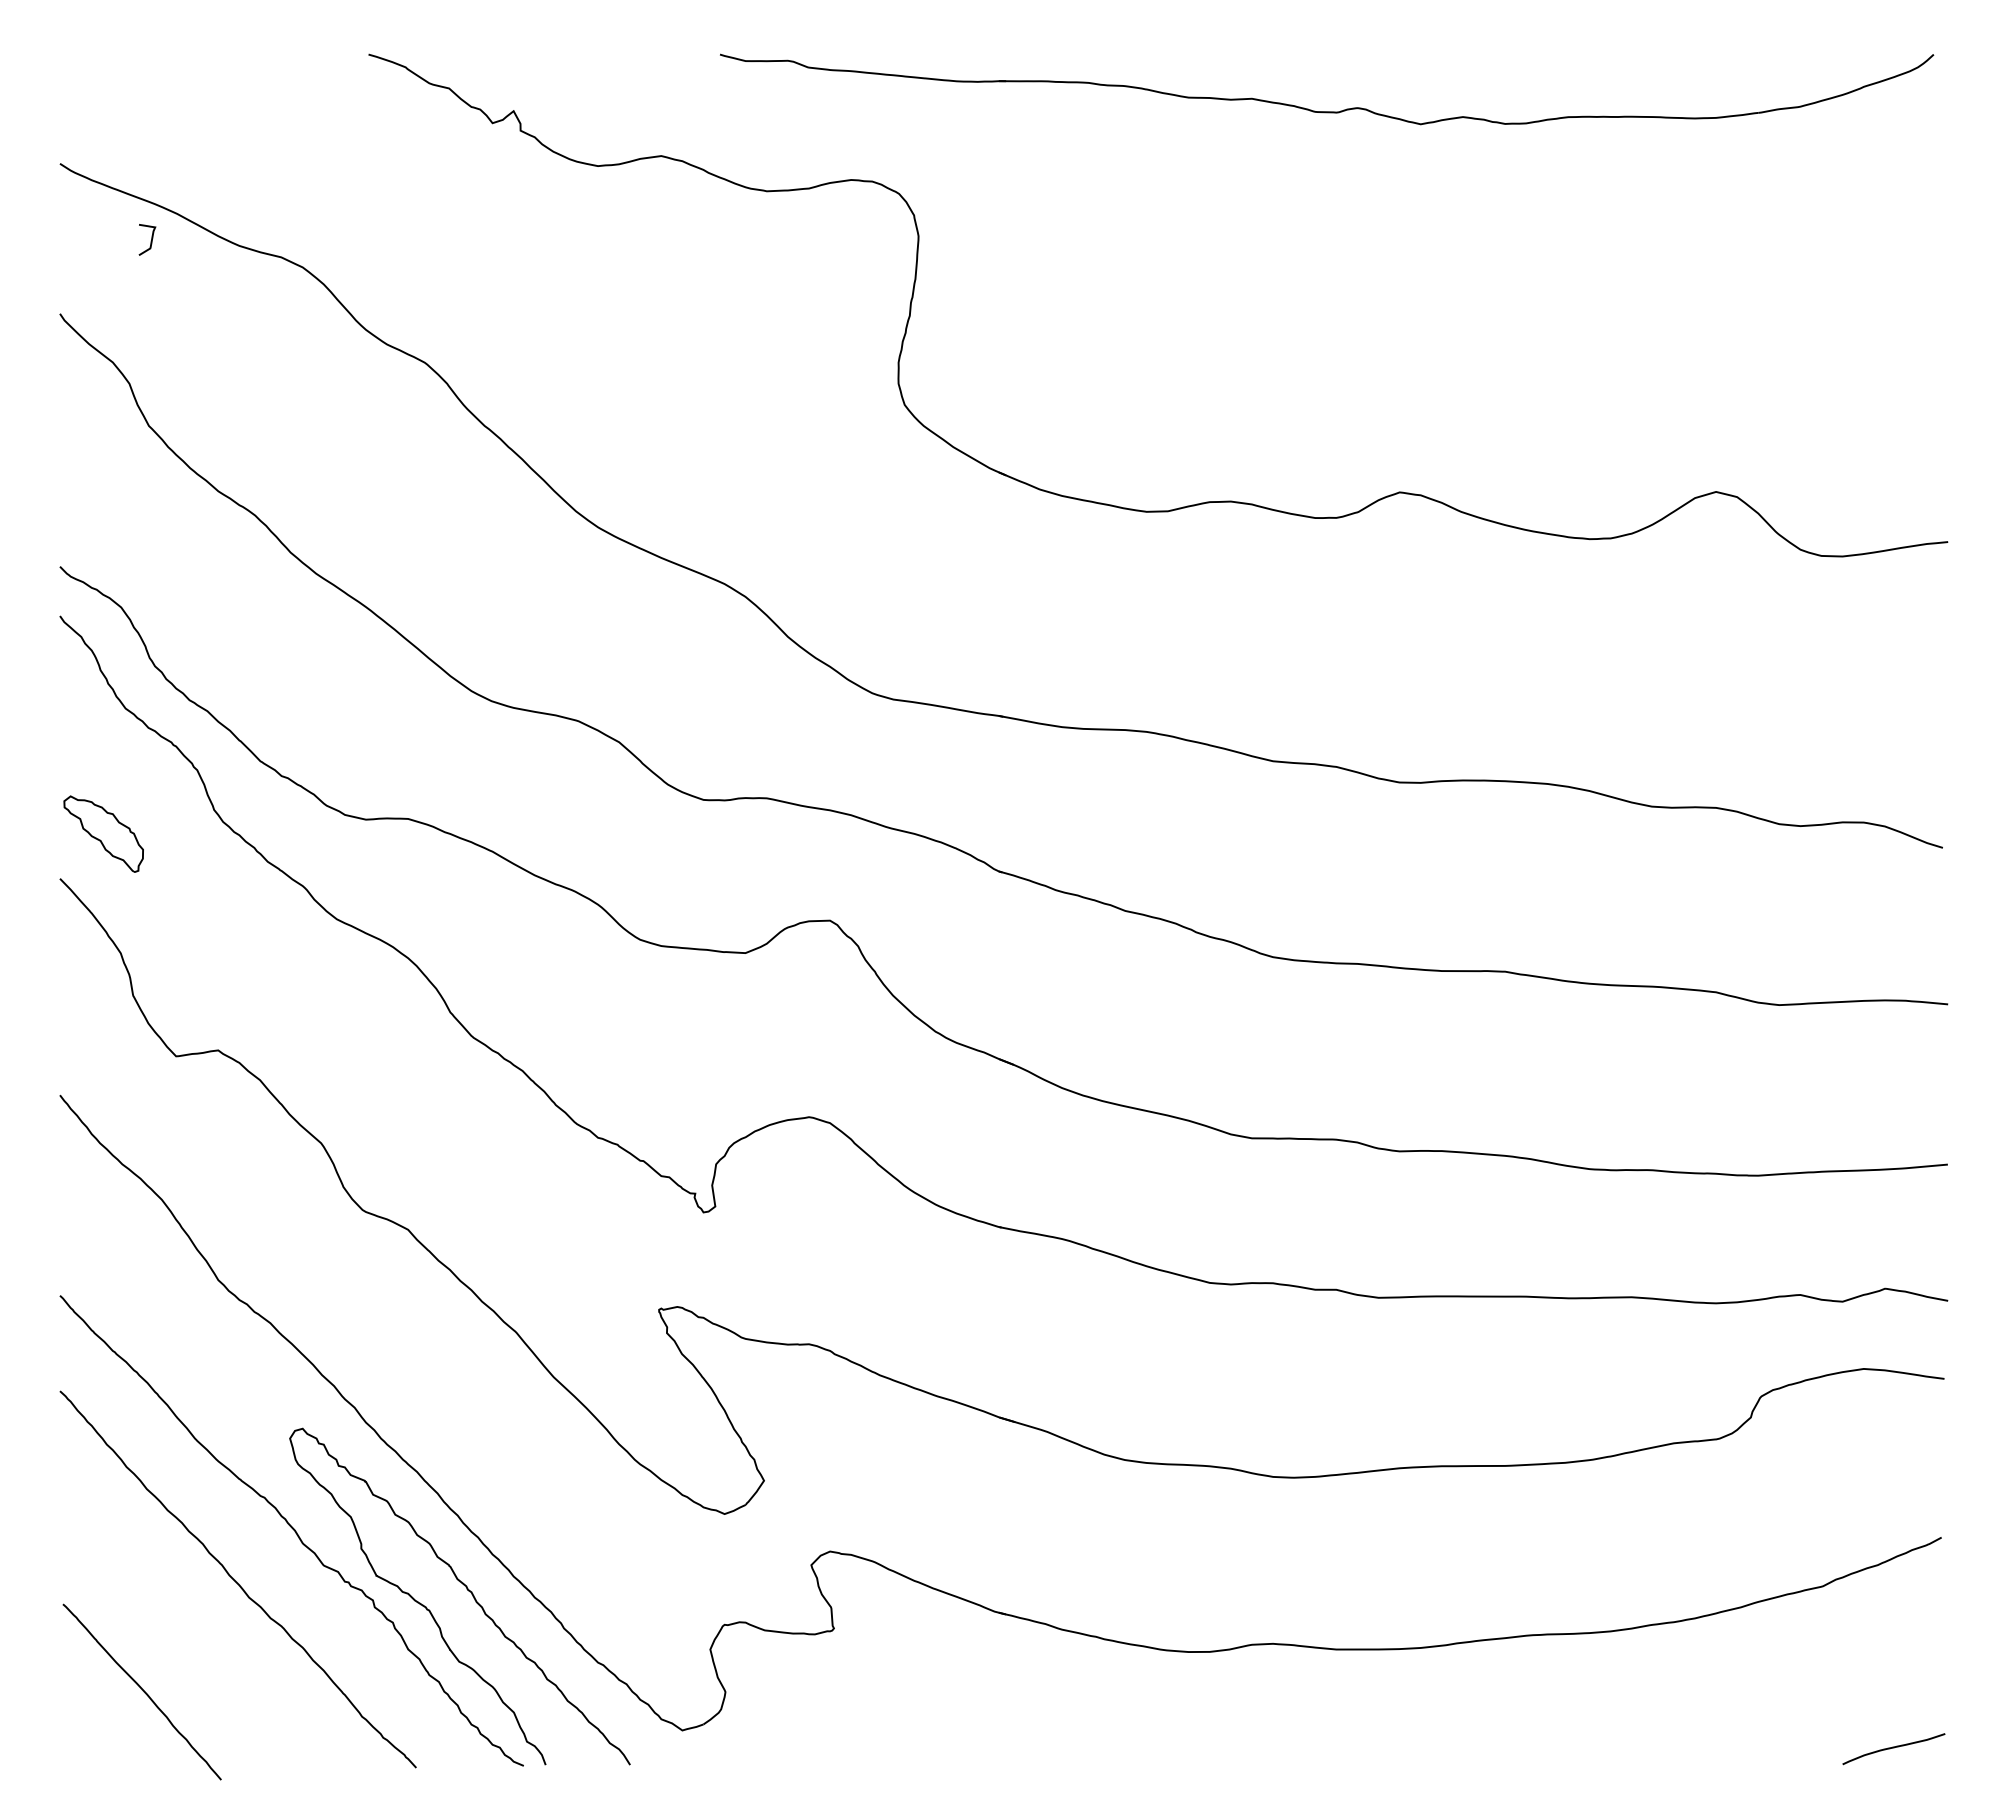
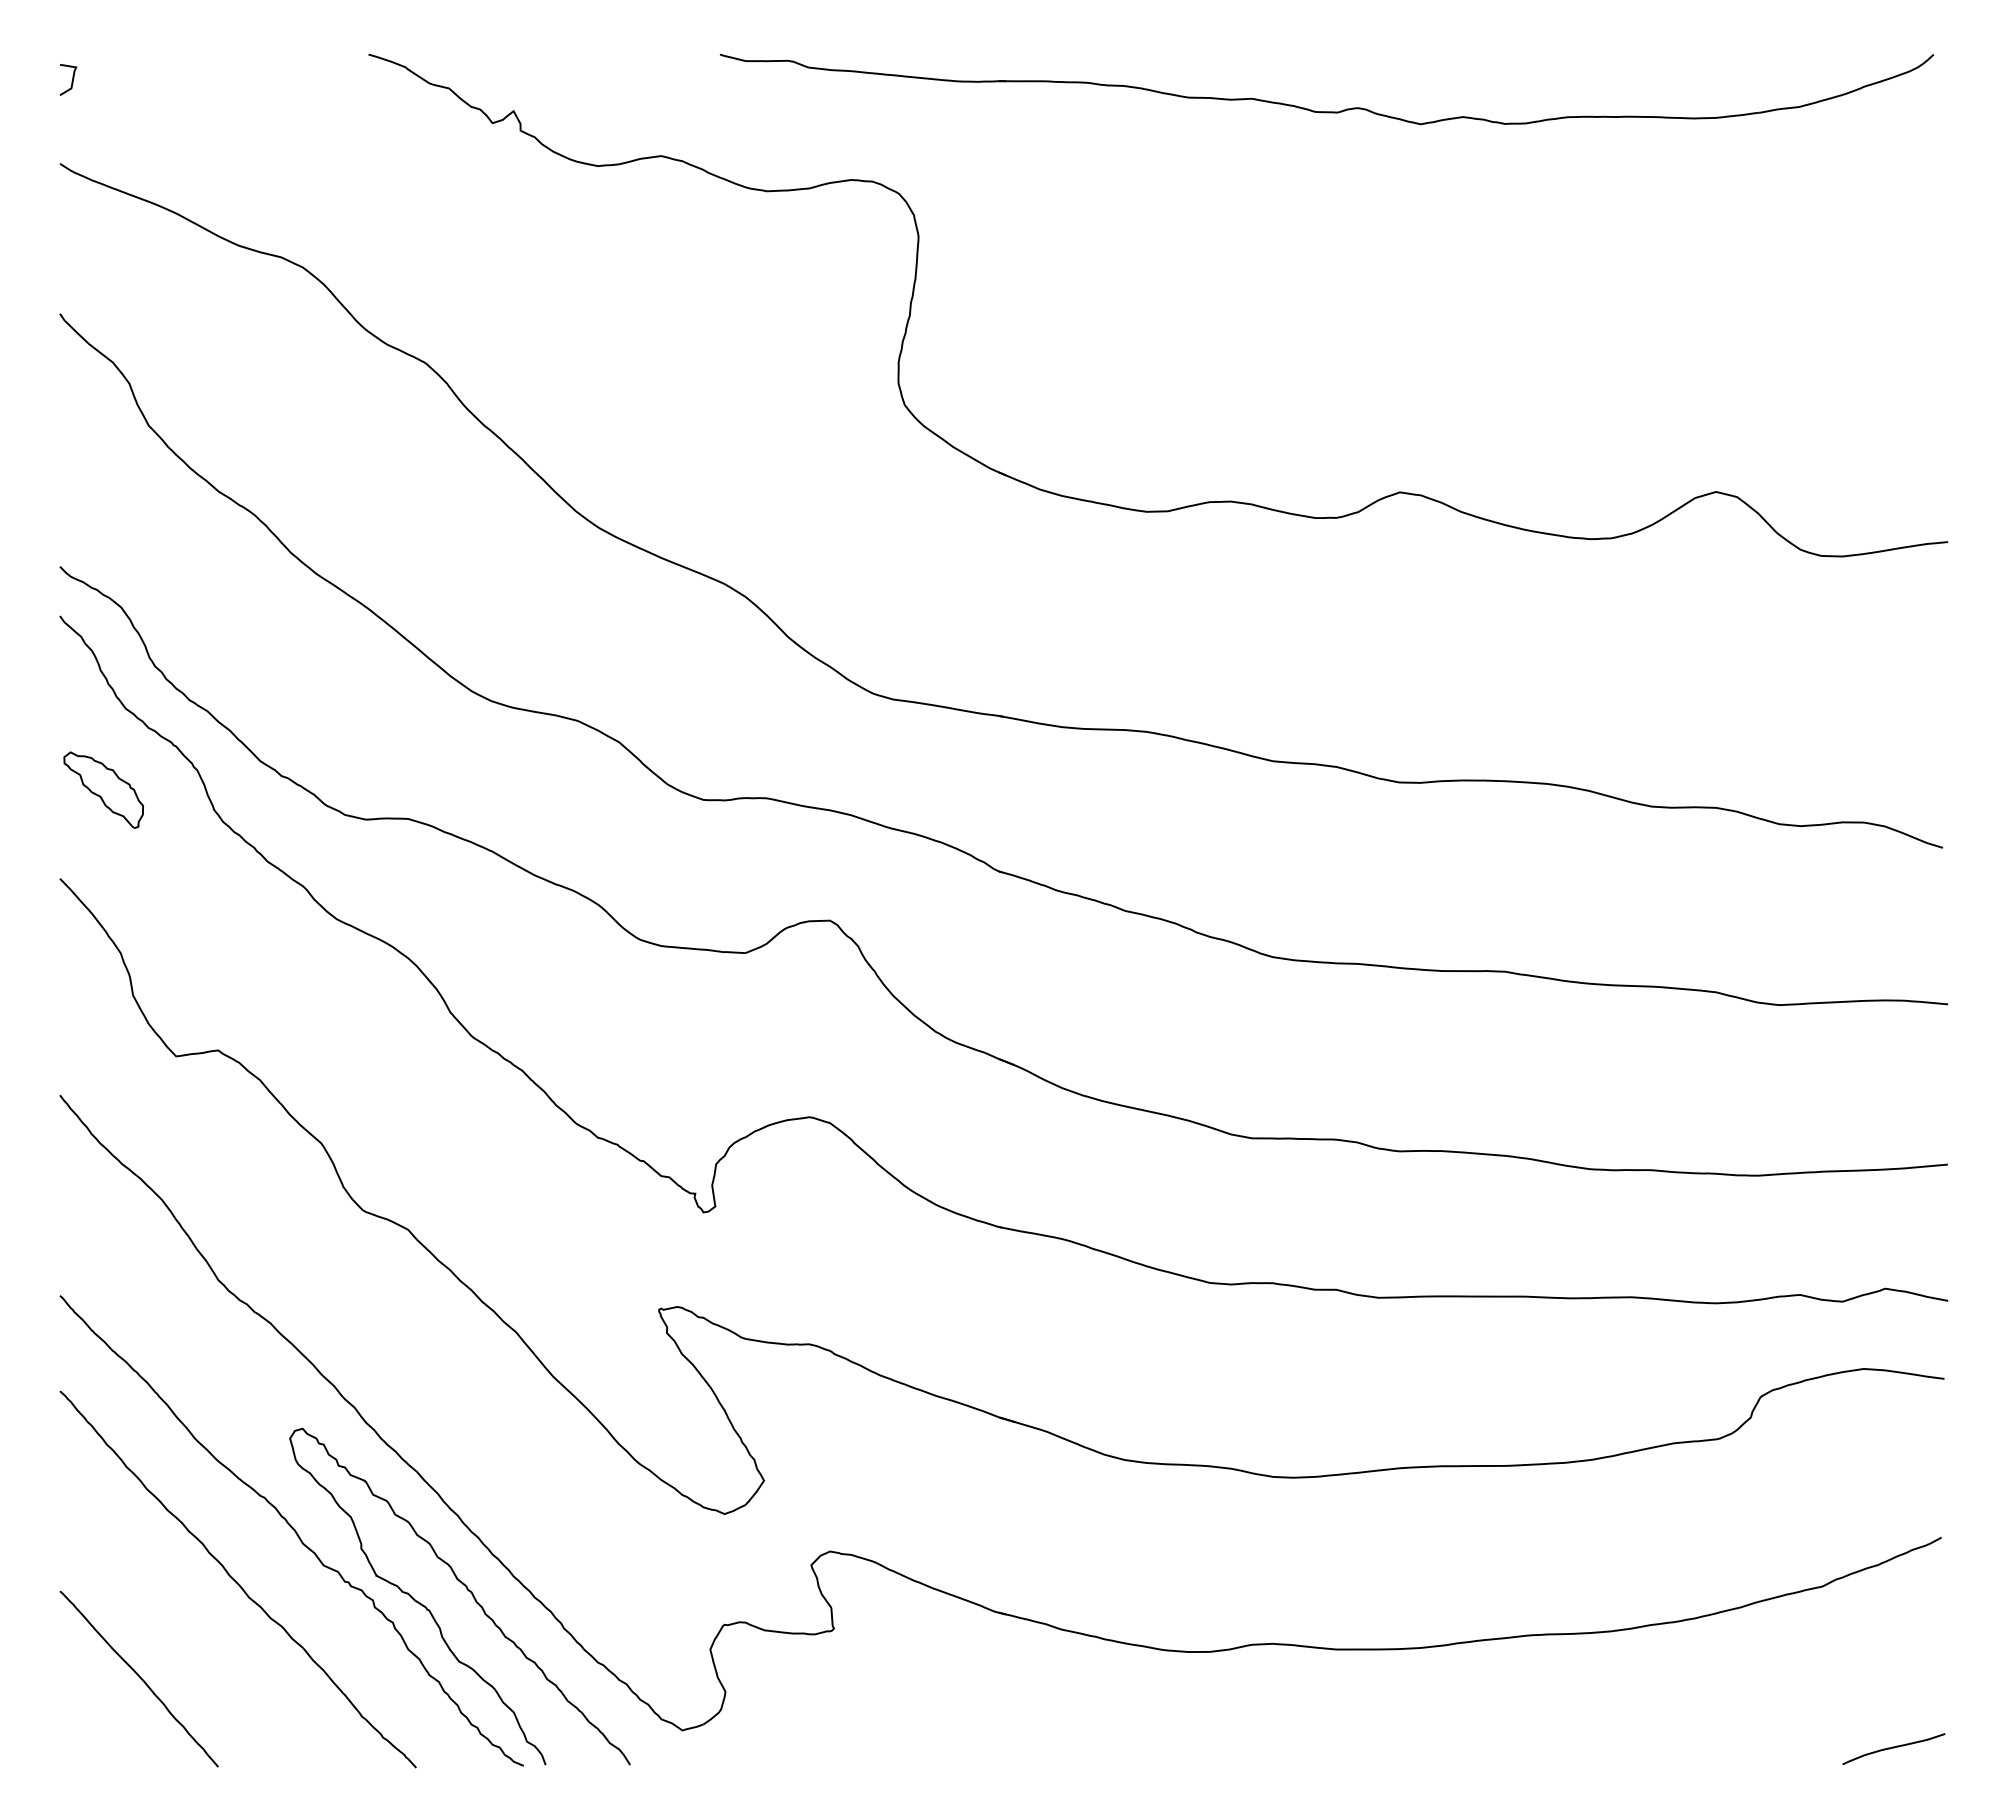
curve at (150, 241) position: (150, 241) -> (71, 81)
part at (103, 833) position: (103, 833) -> (103, 789)
curve at (142, 1690) position: (142, 1690) -> (139, 1677)
